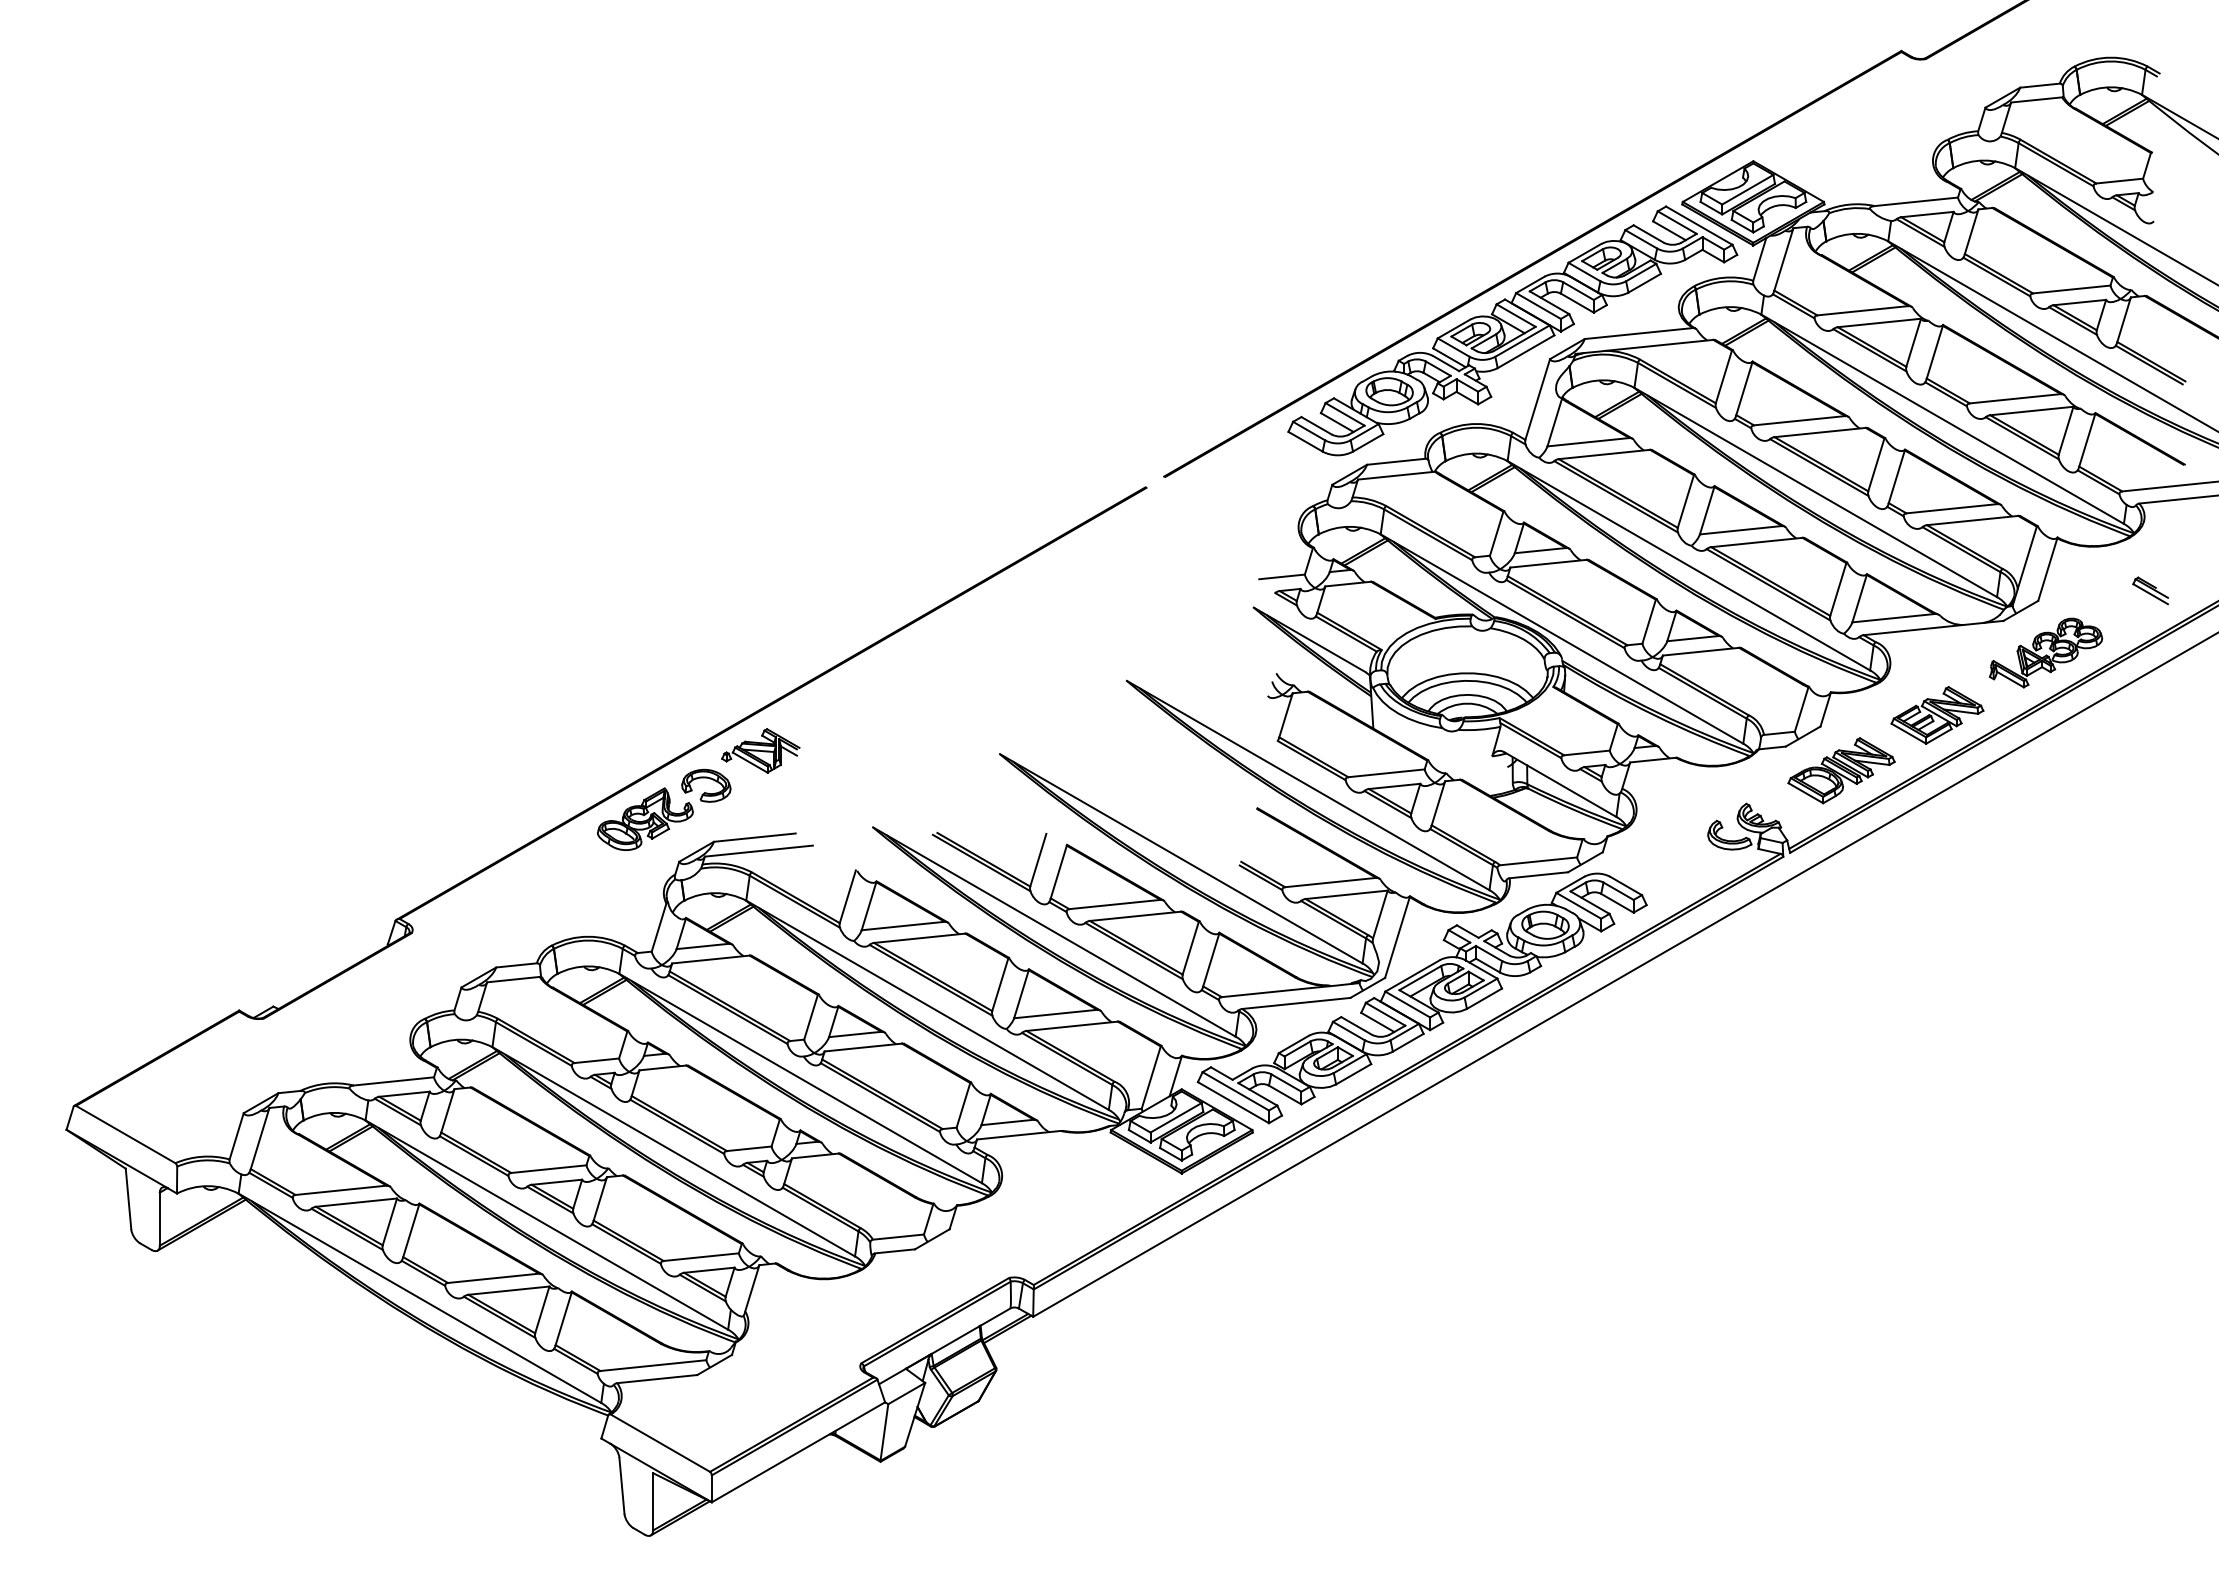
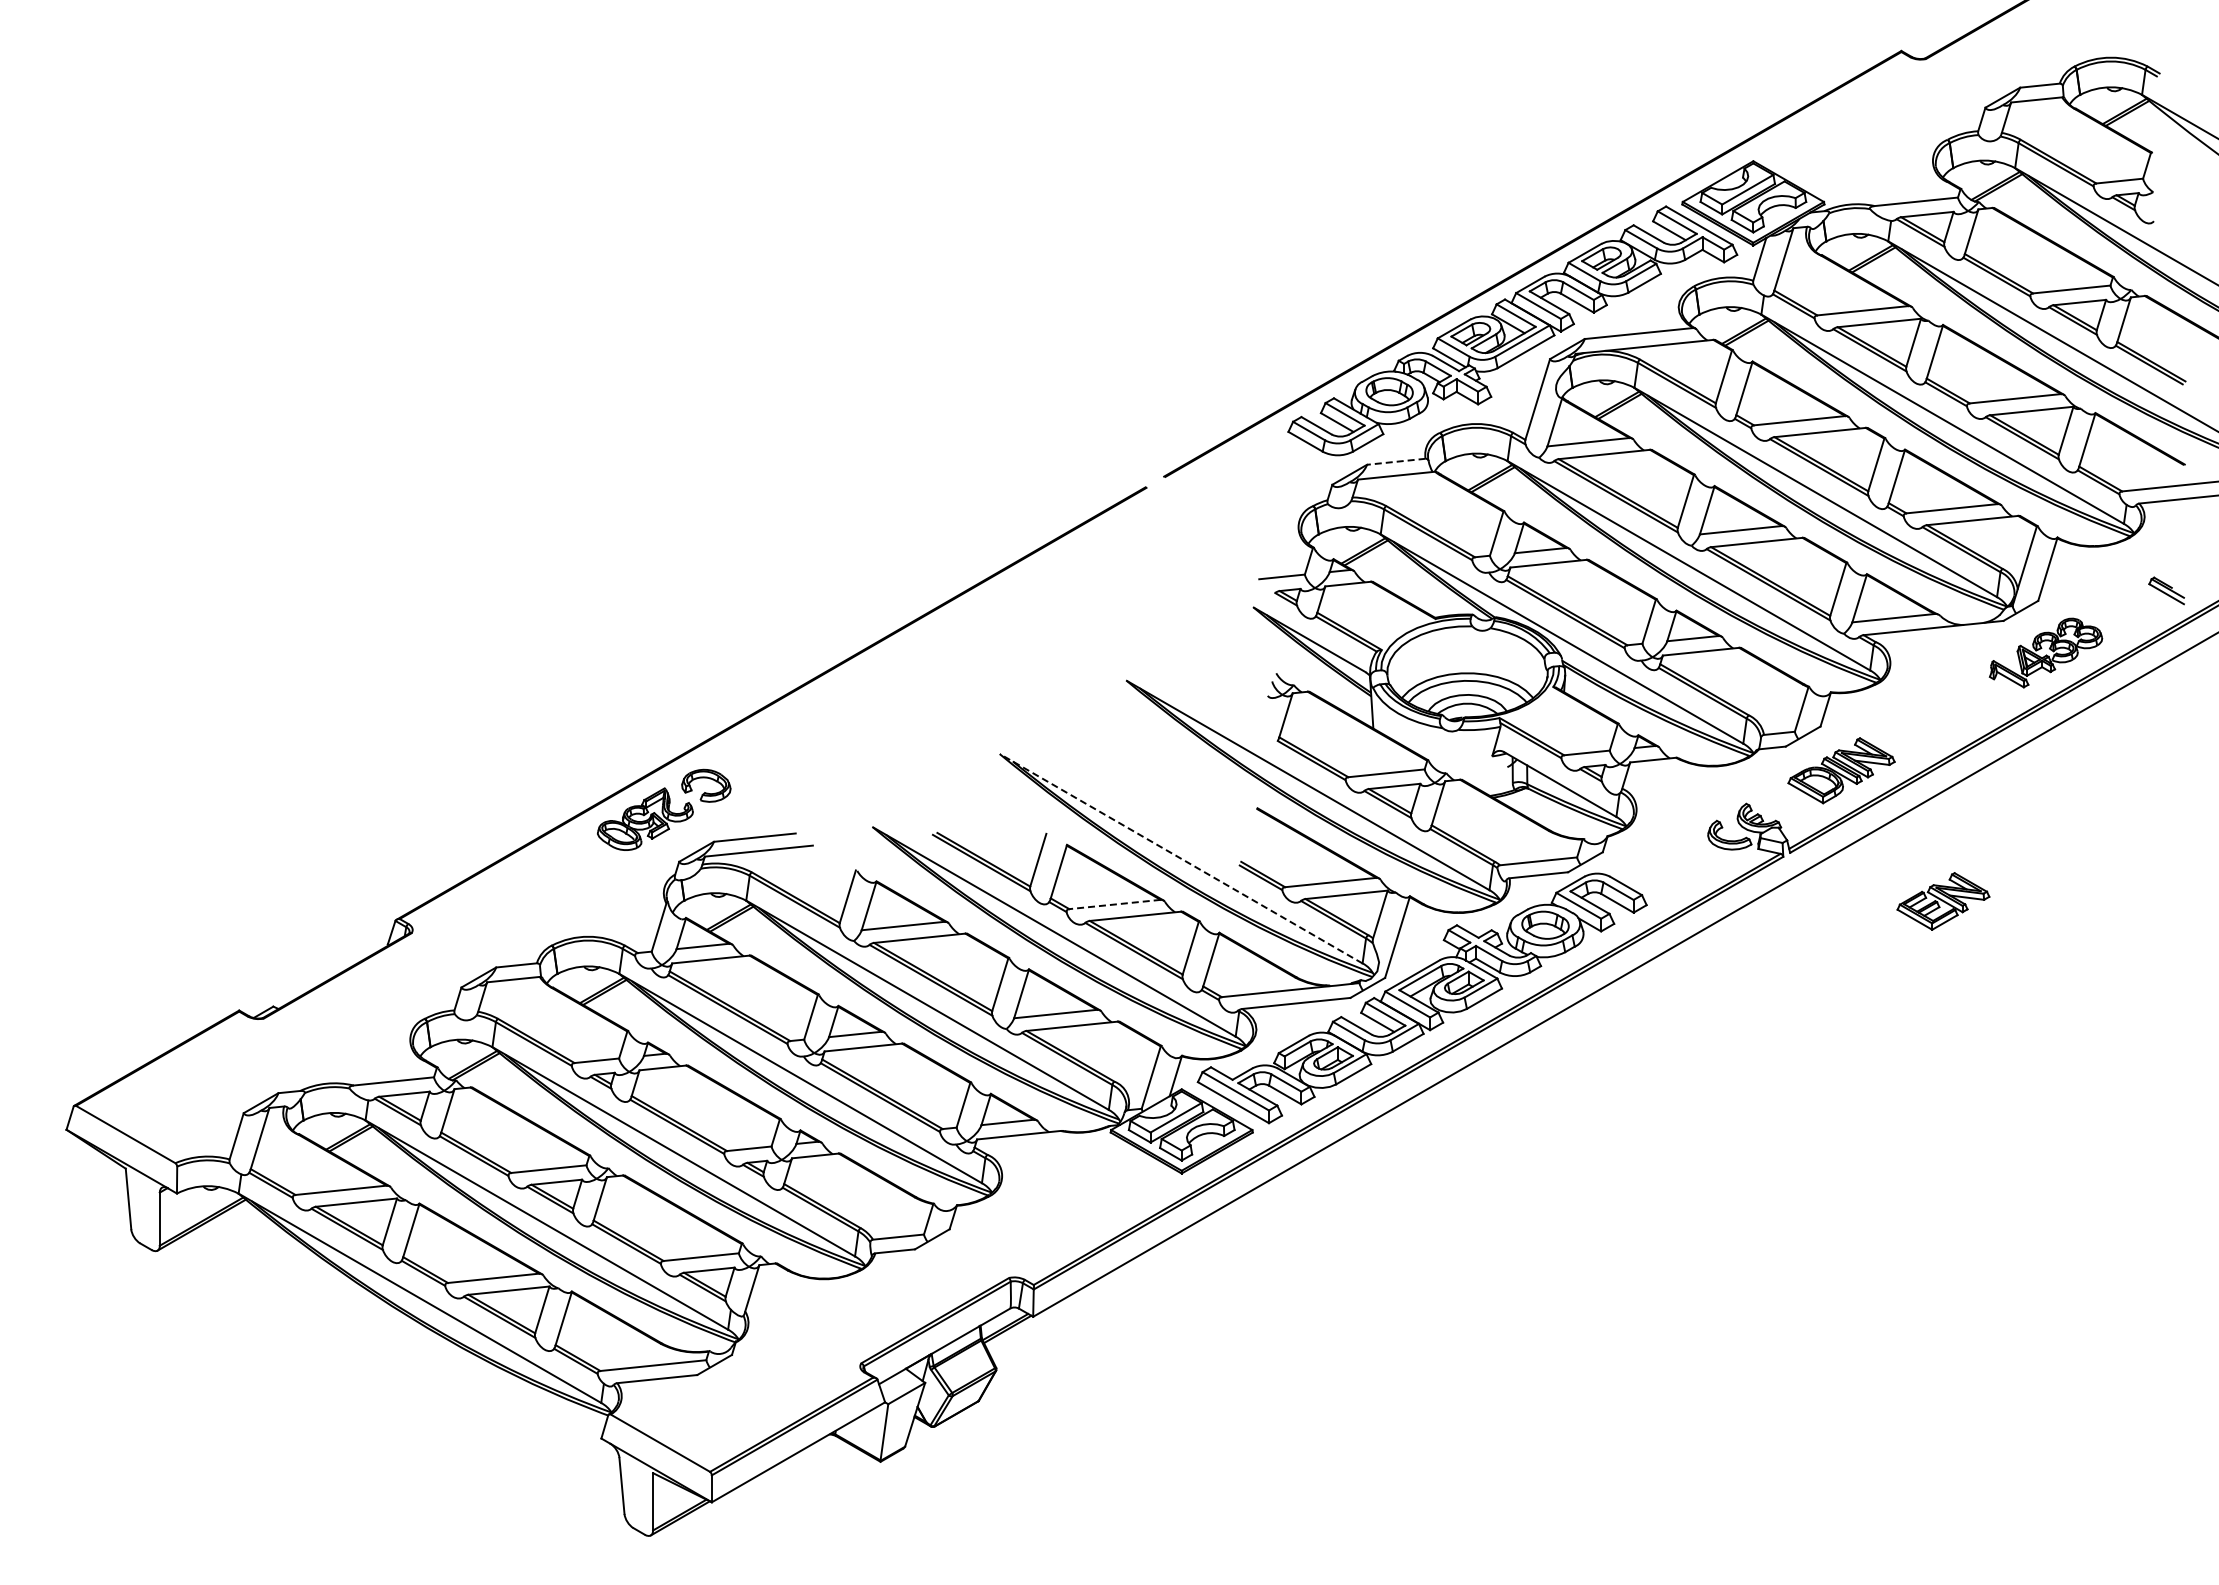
line at (1395, 461): solid -> dashed
part at (2150, 590) position: (2150, 590) -> (2166, 590)
part at (1937, 715) position: (1937, 715) -> (1943, 901)
part at (760, 750): present -> none
line at (1180, 858): solid -> dashed
line at (1114, 904): solid -> dashed
